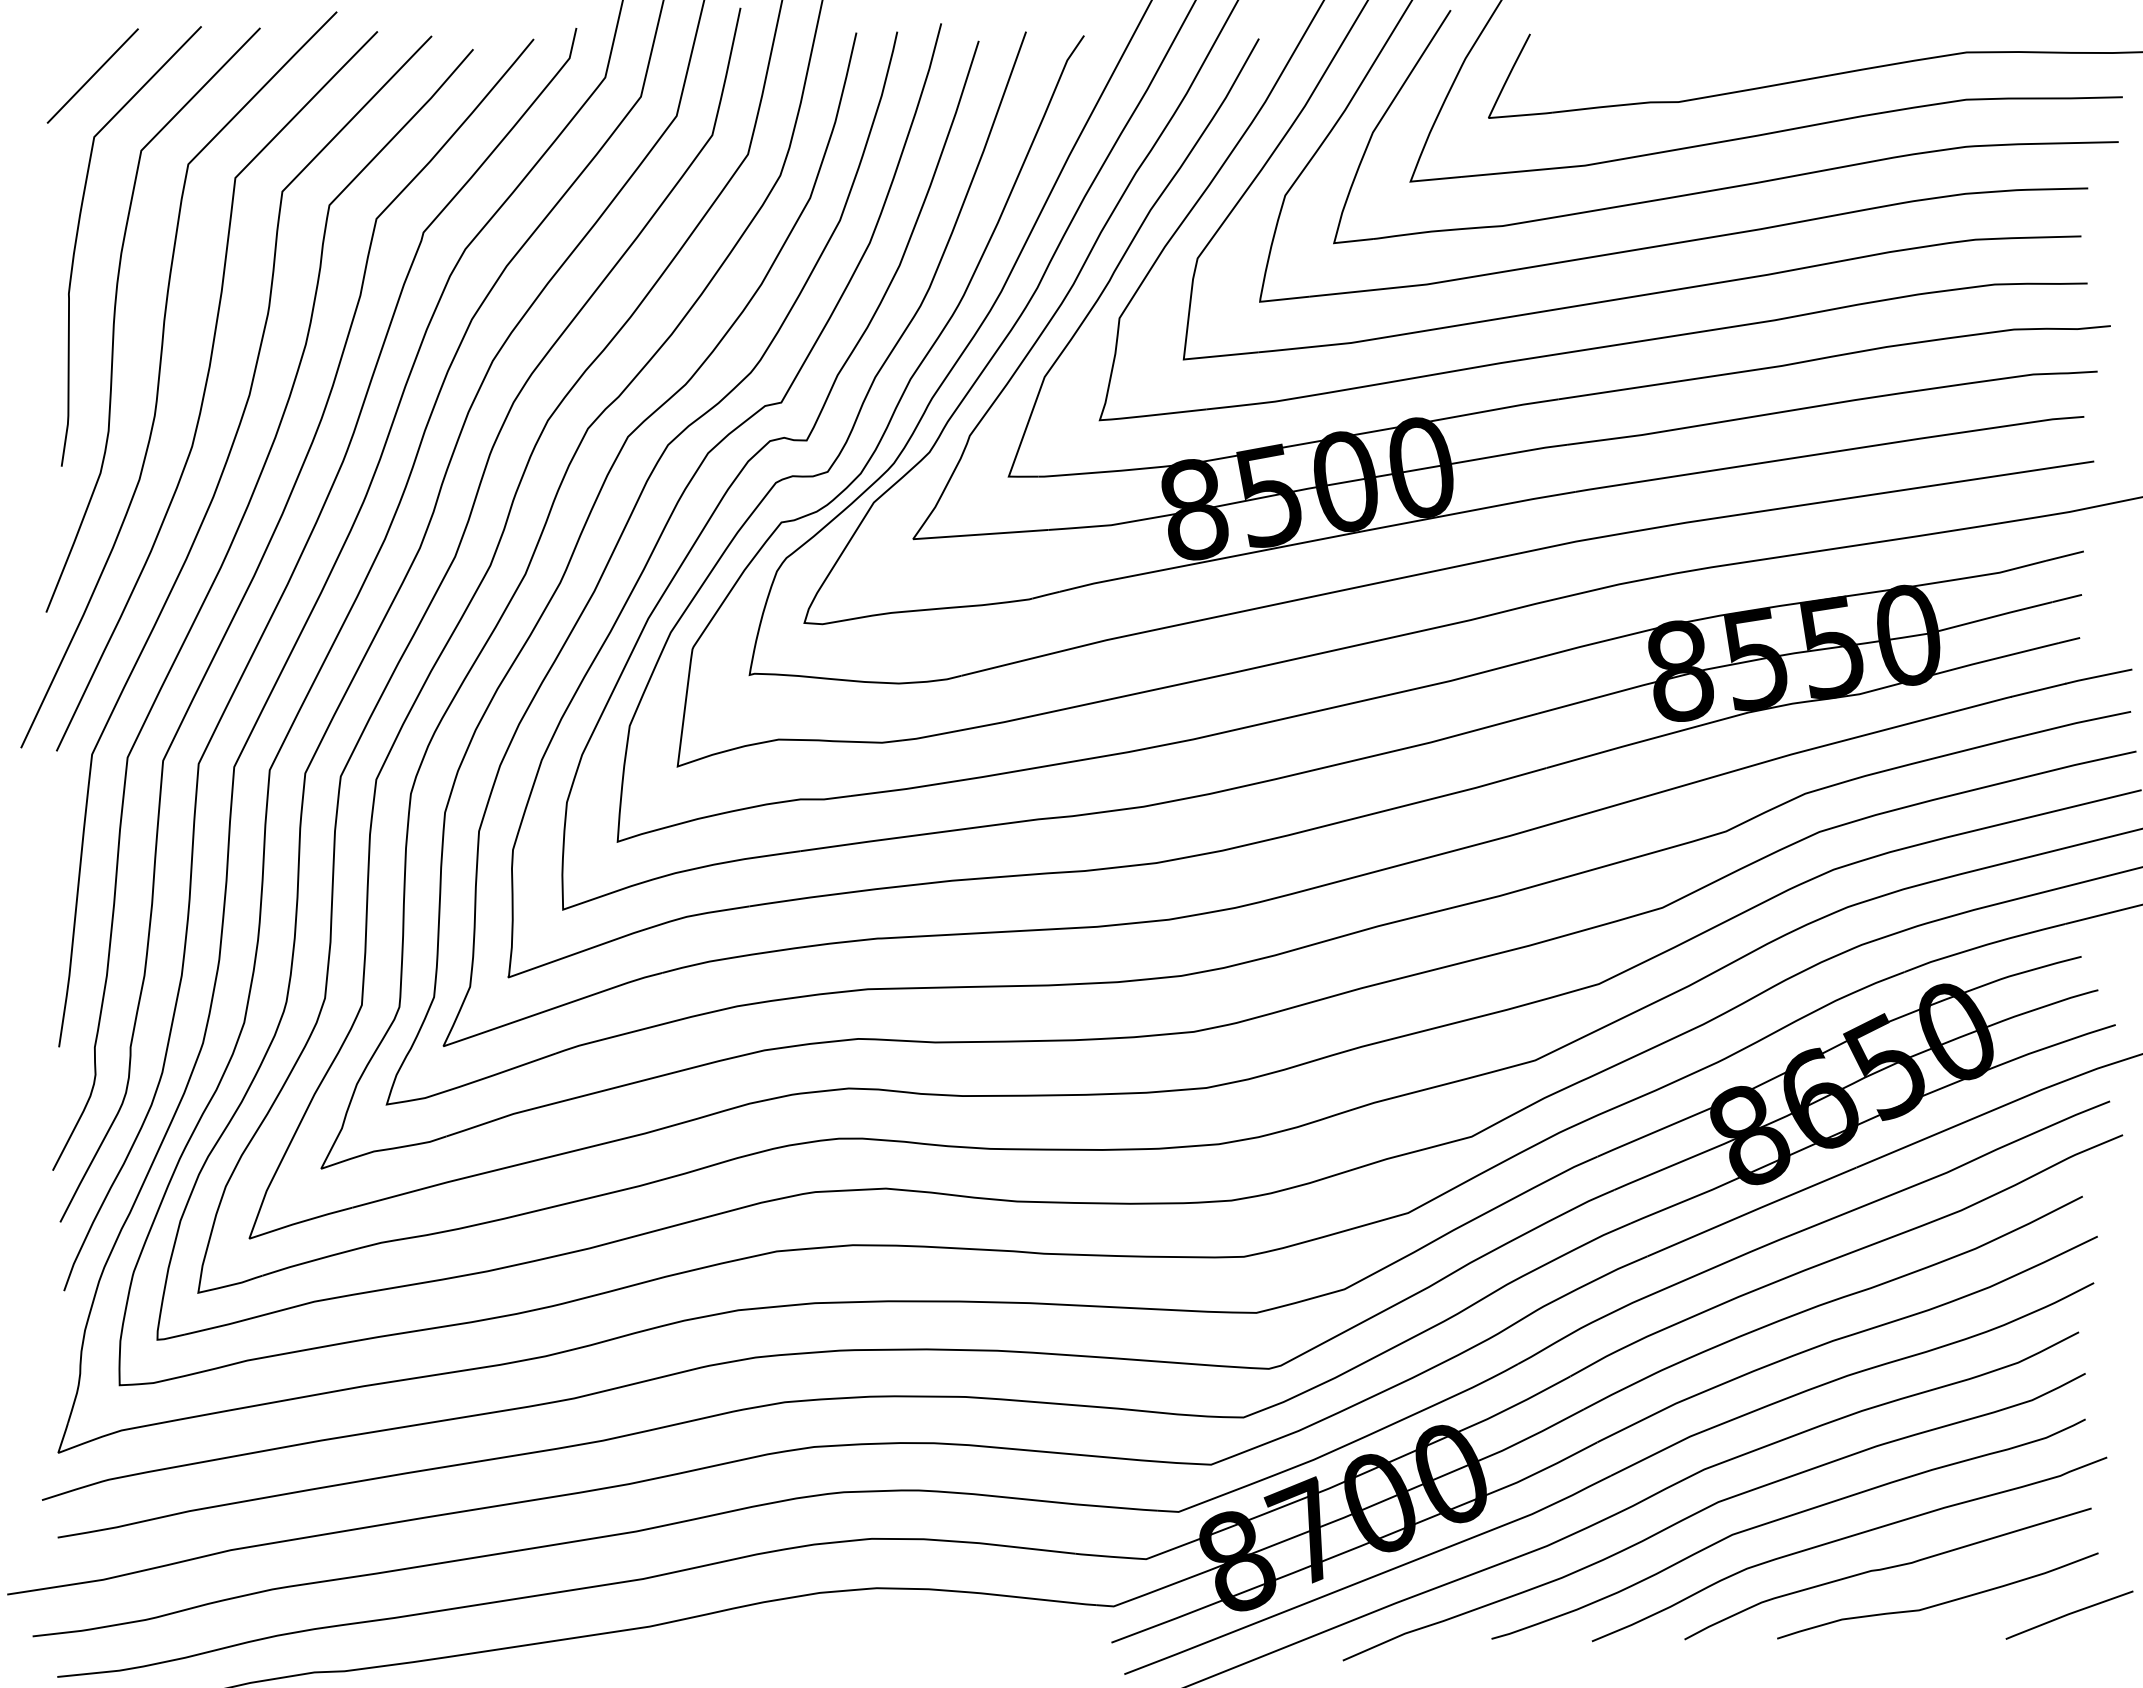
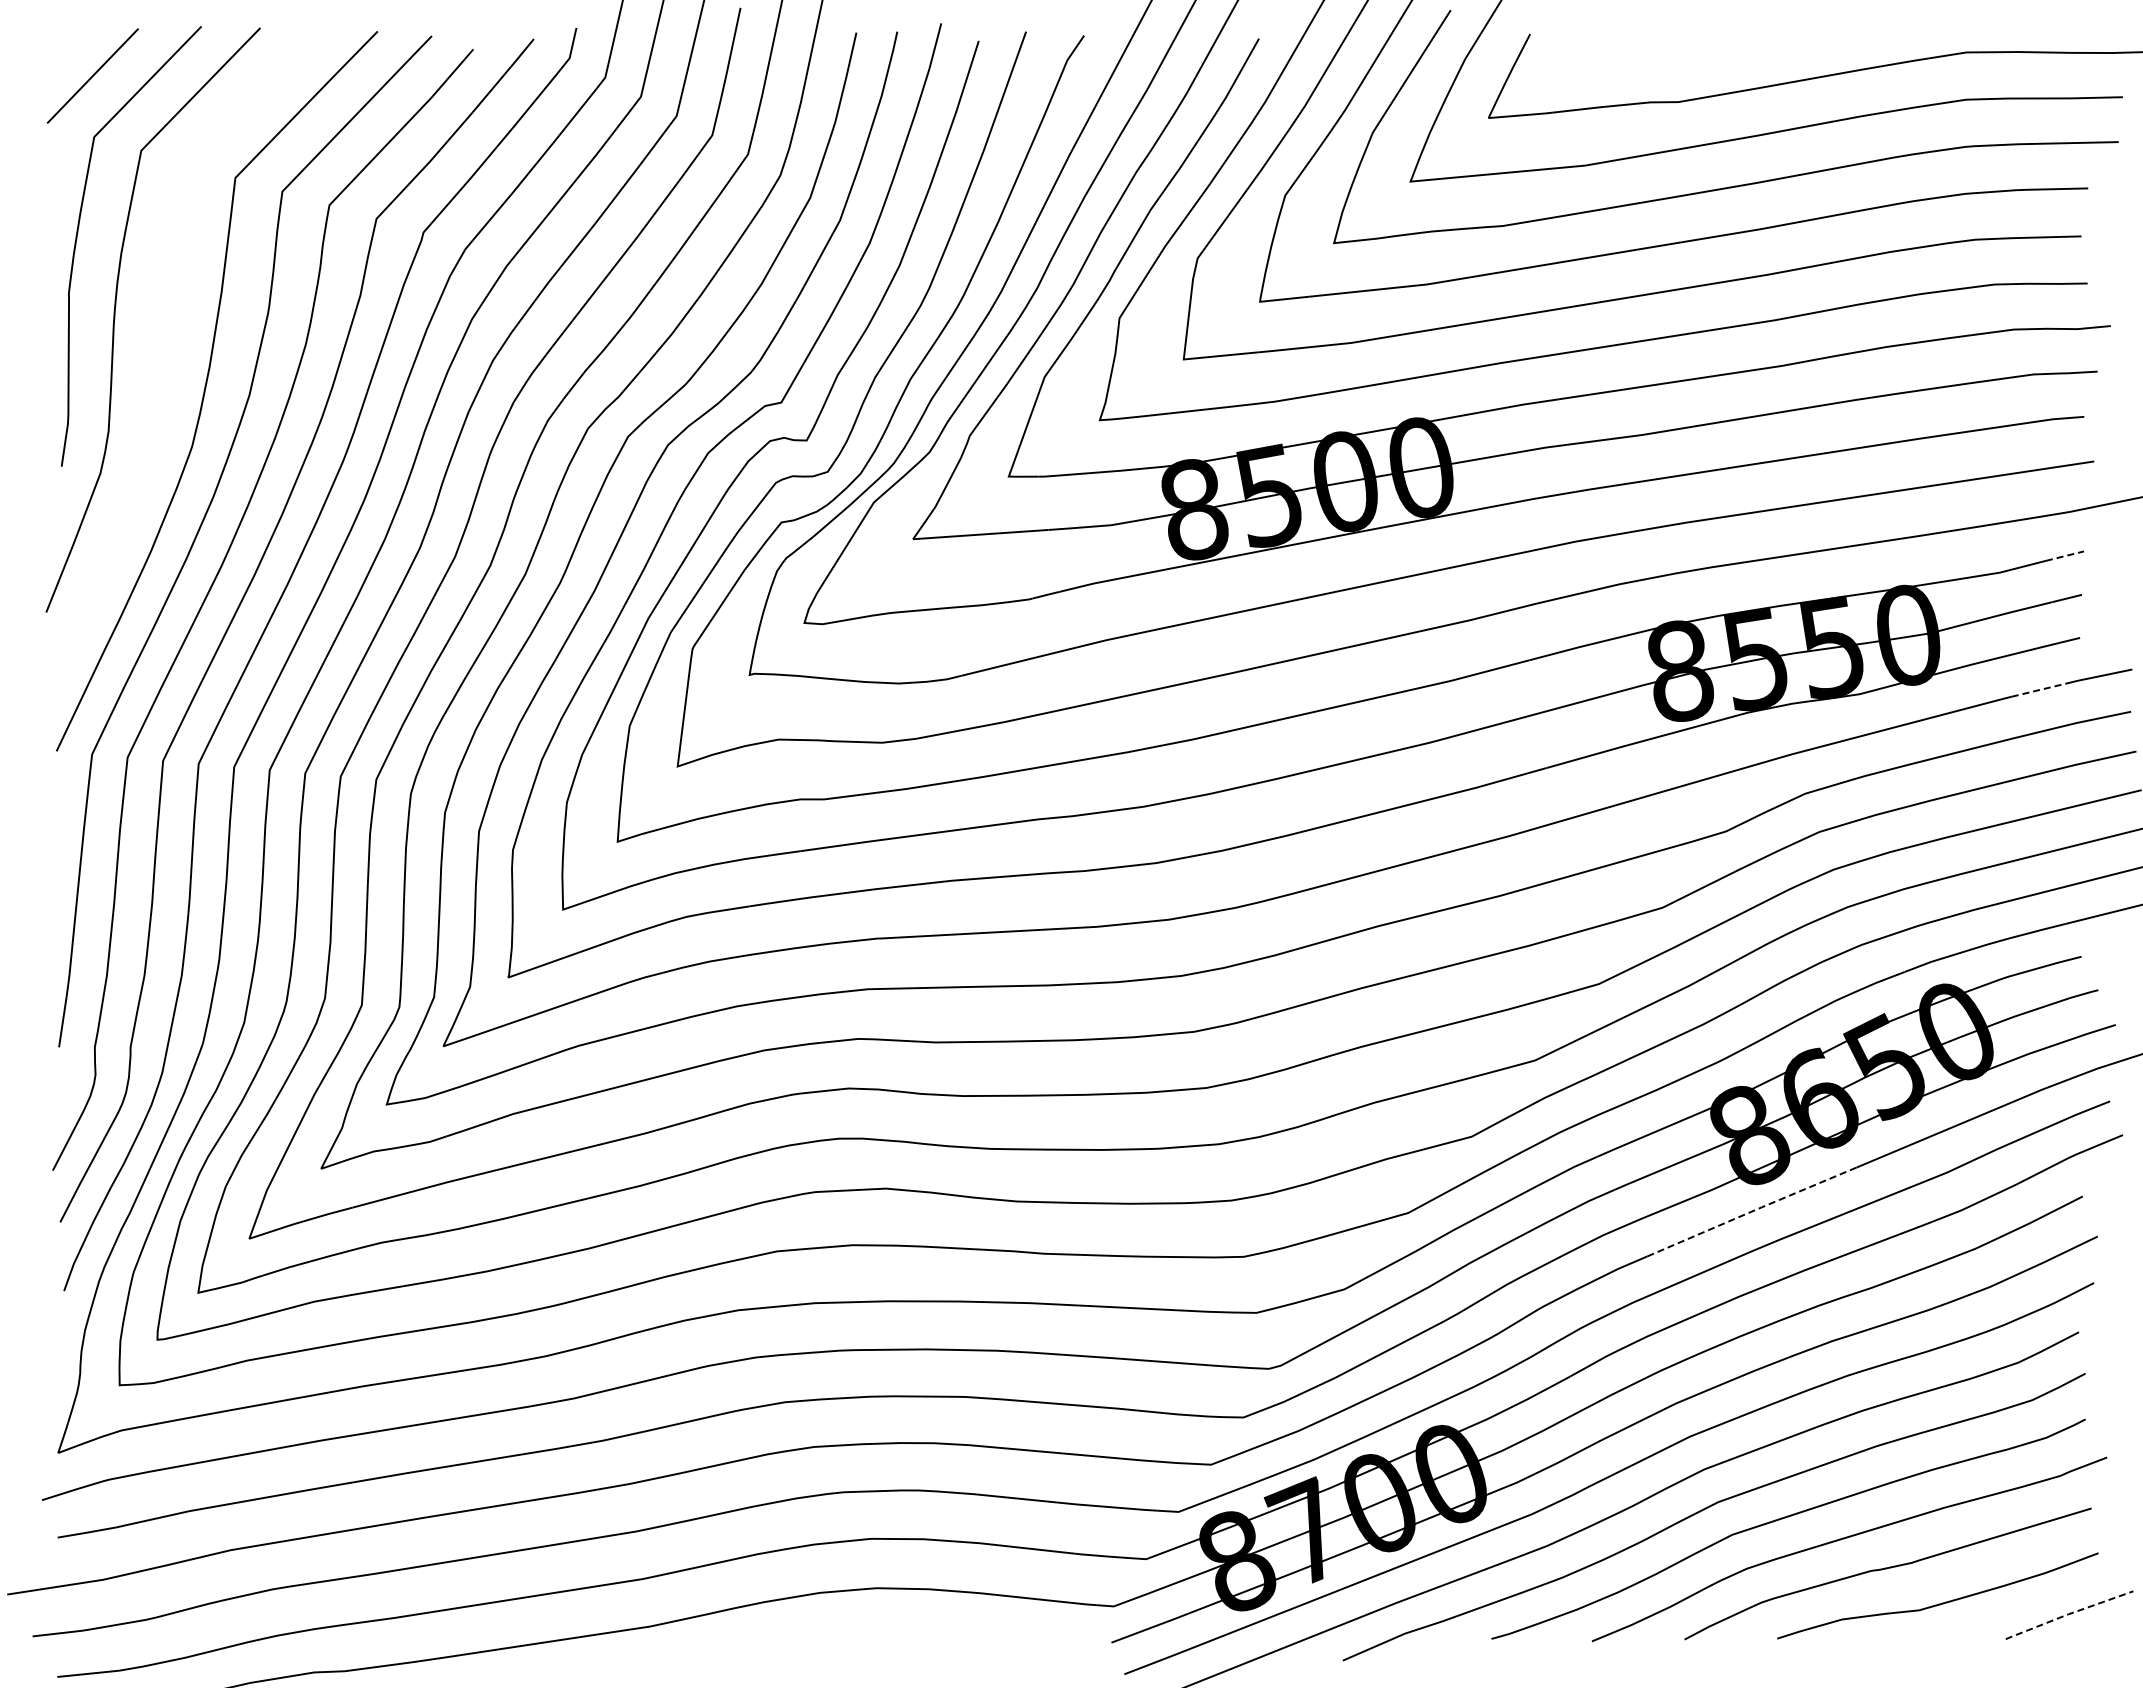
curve at (160, 376): present -> none
line at (2064, 556): solid -> dashed
line at (2038, 690): solid -> dashed
line at (1753, 1211): solid -> dashed
line at (2068, 1614): solid -> dashed
